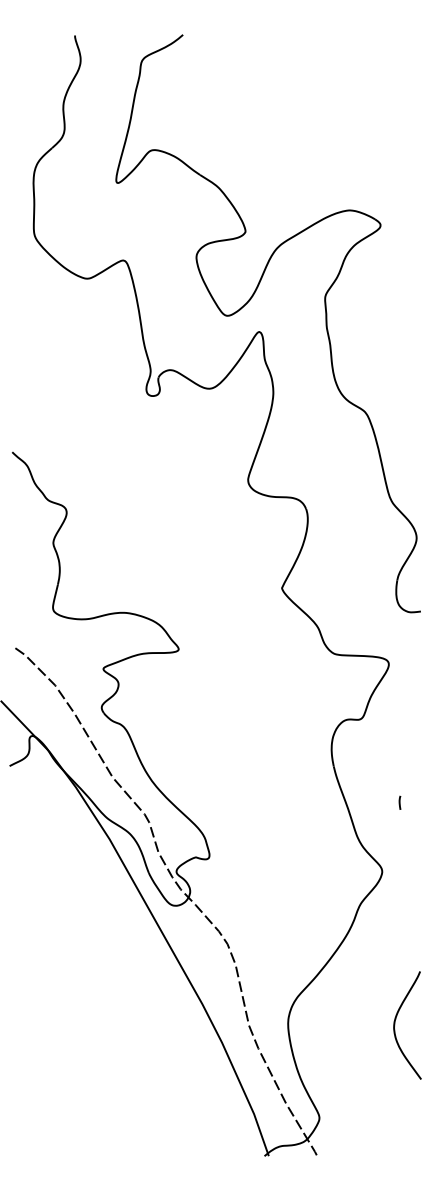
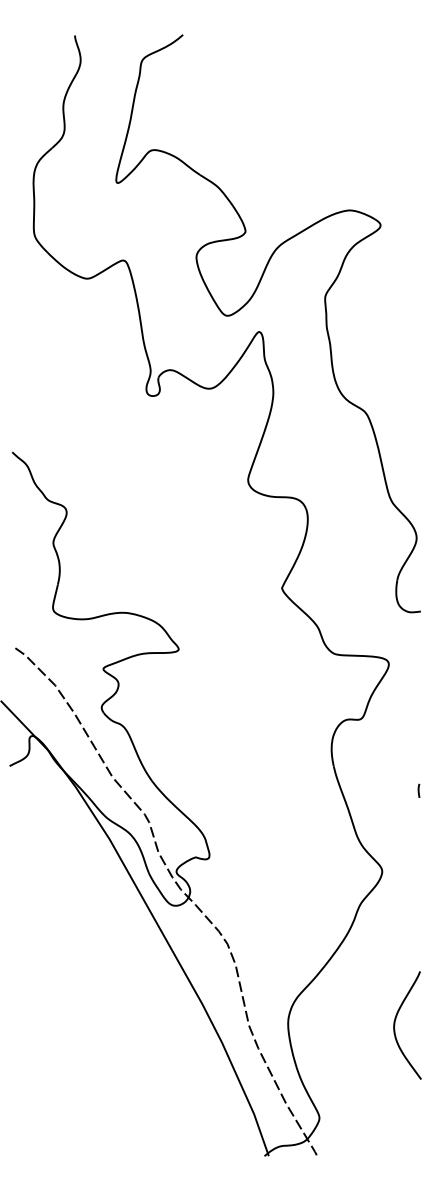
curve at (399, 802) position: (399, 802) -> (418, 790)
